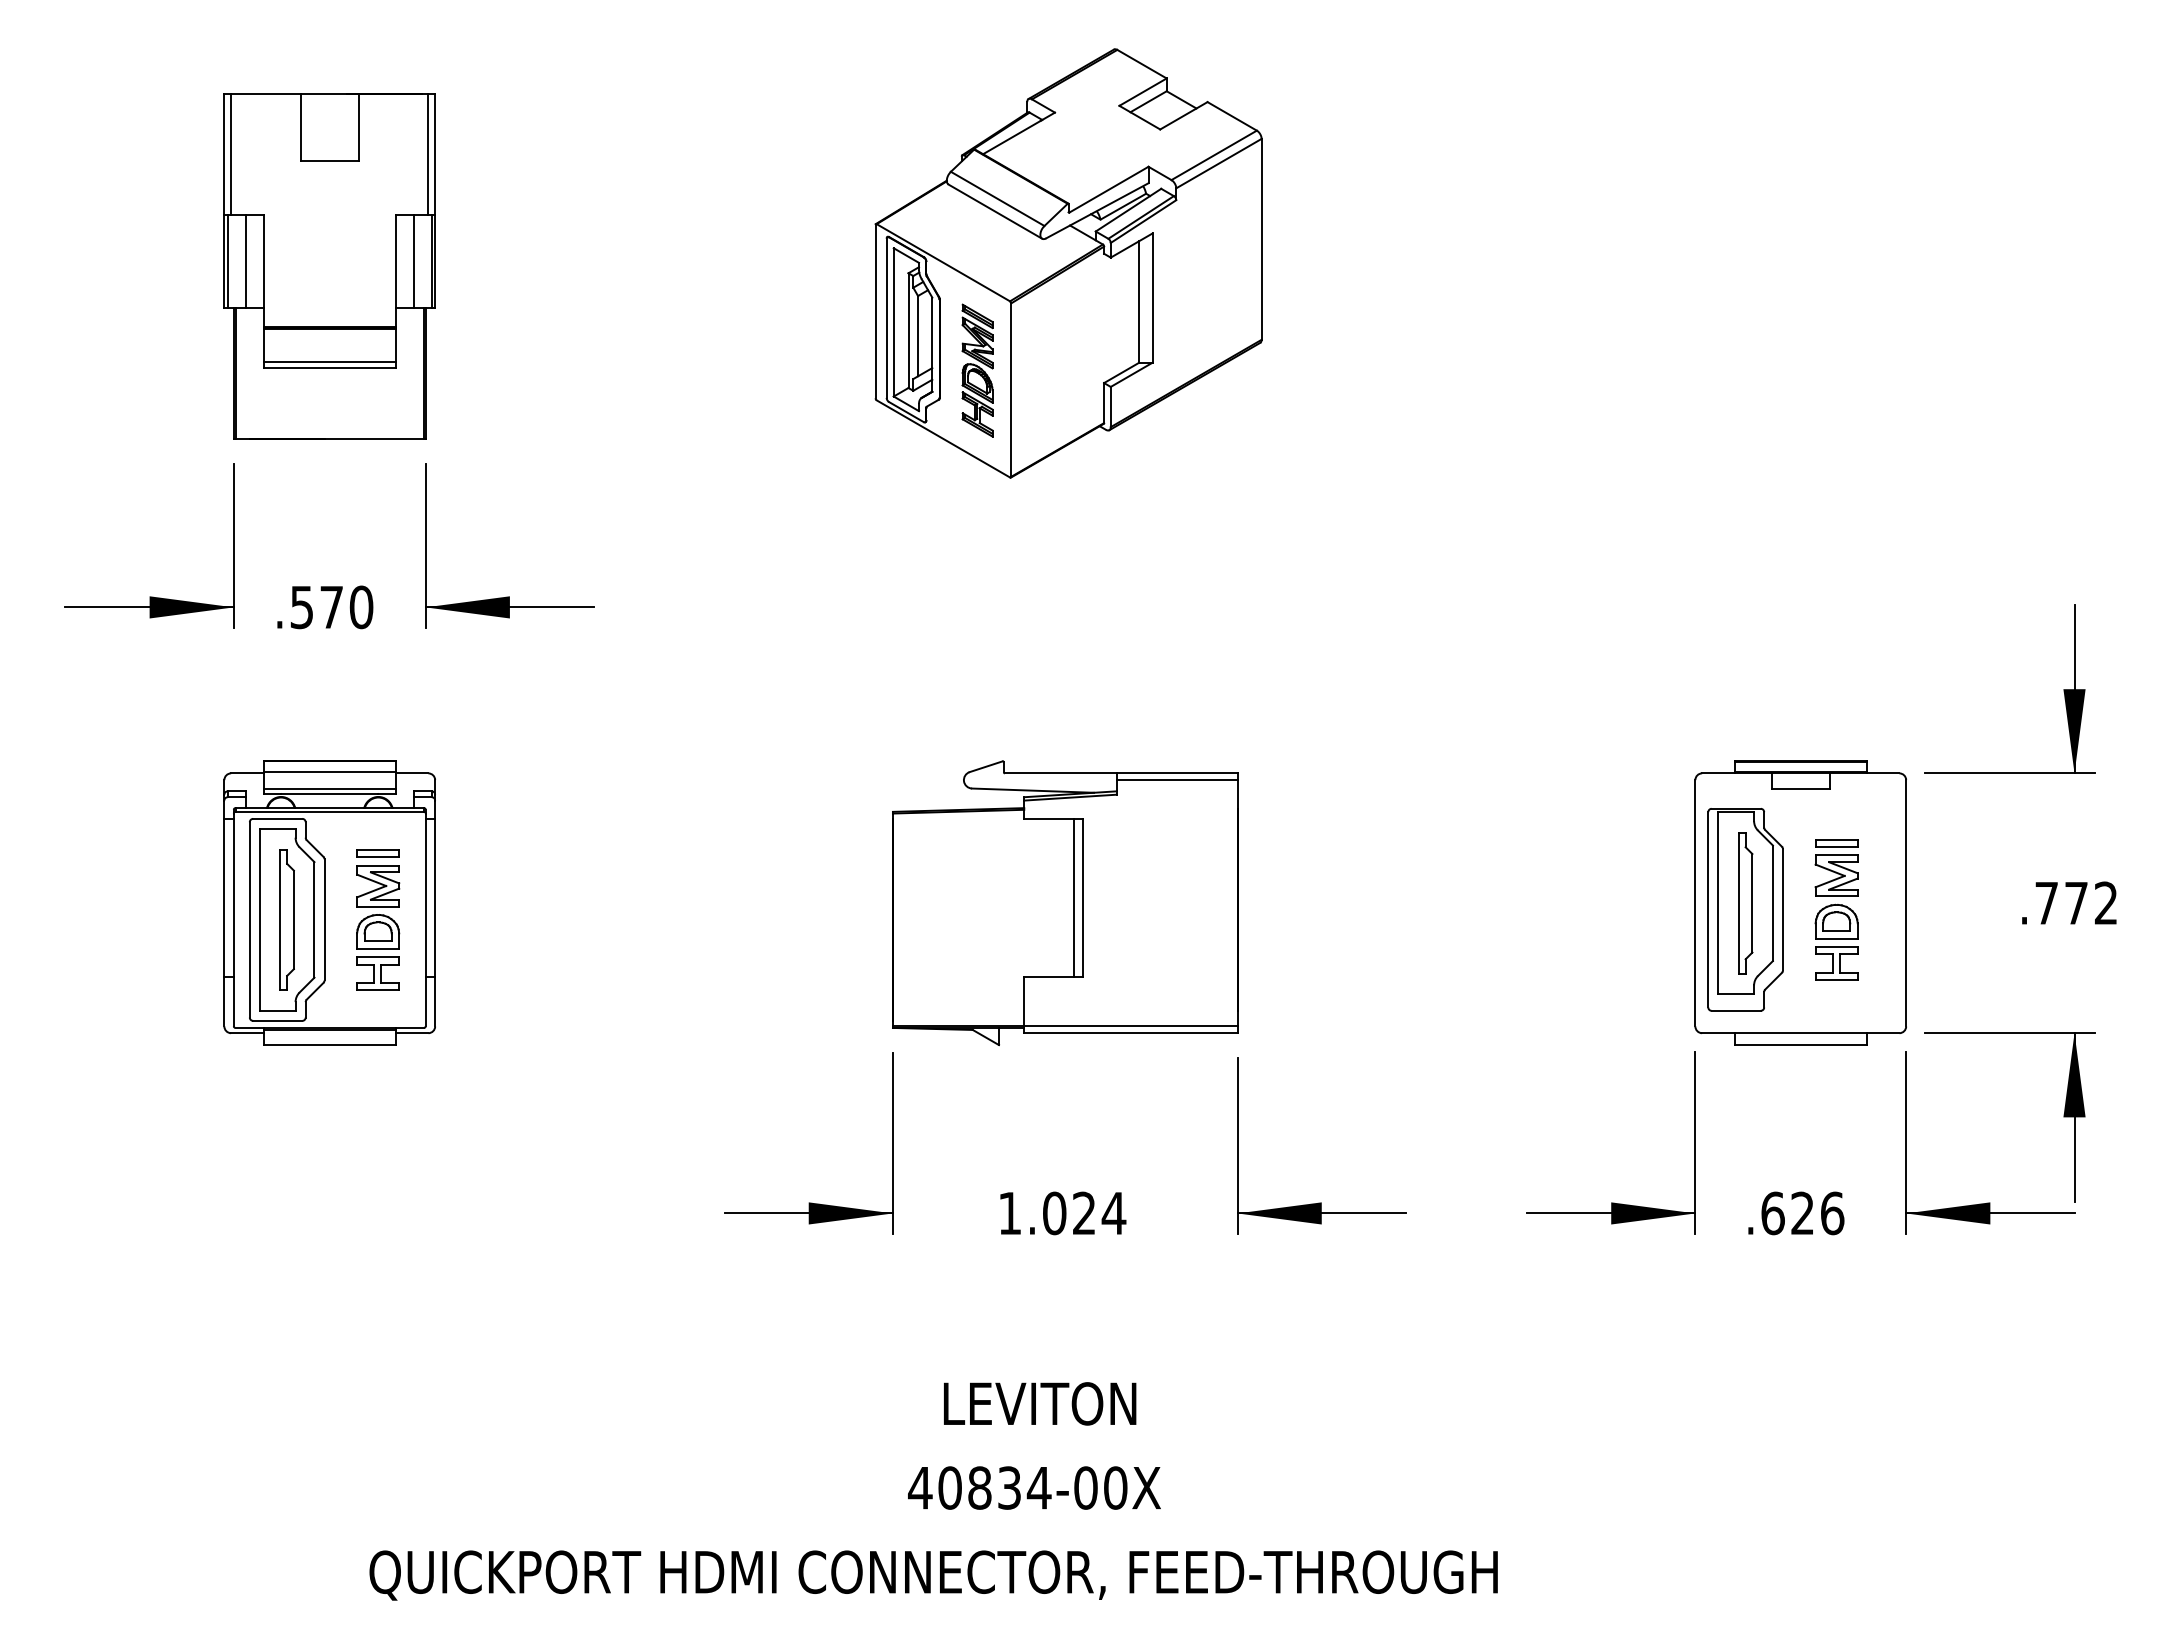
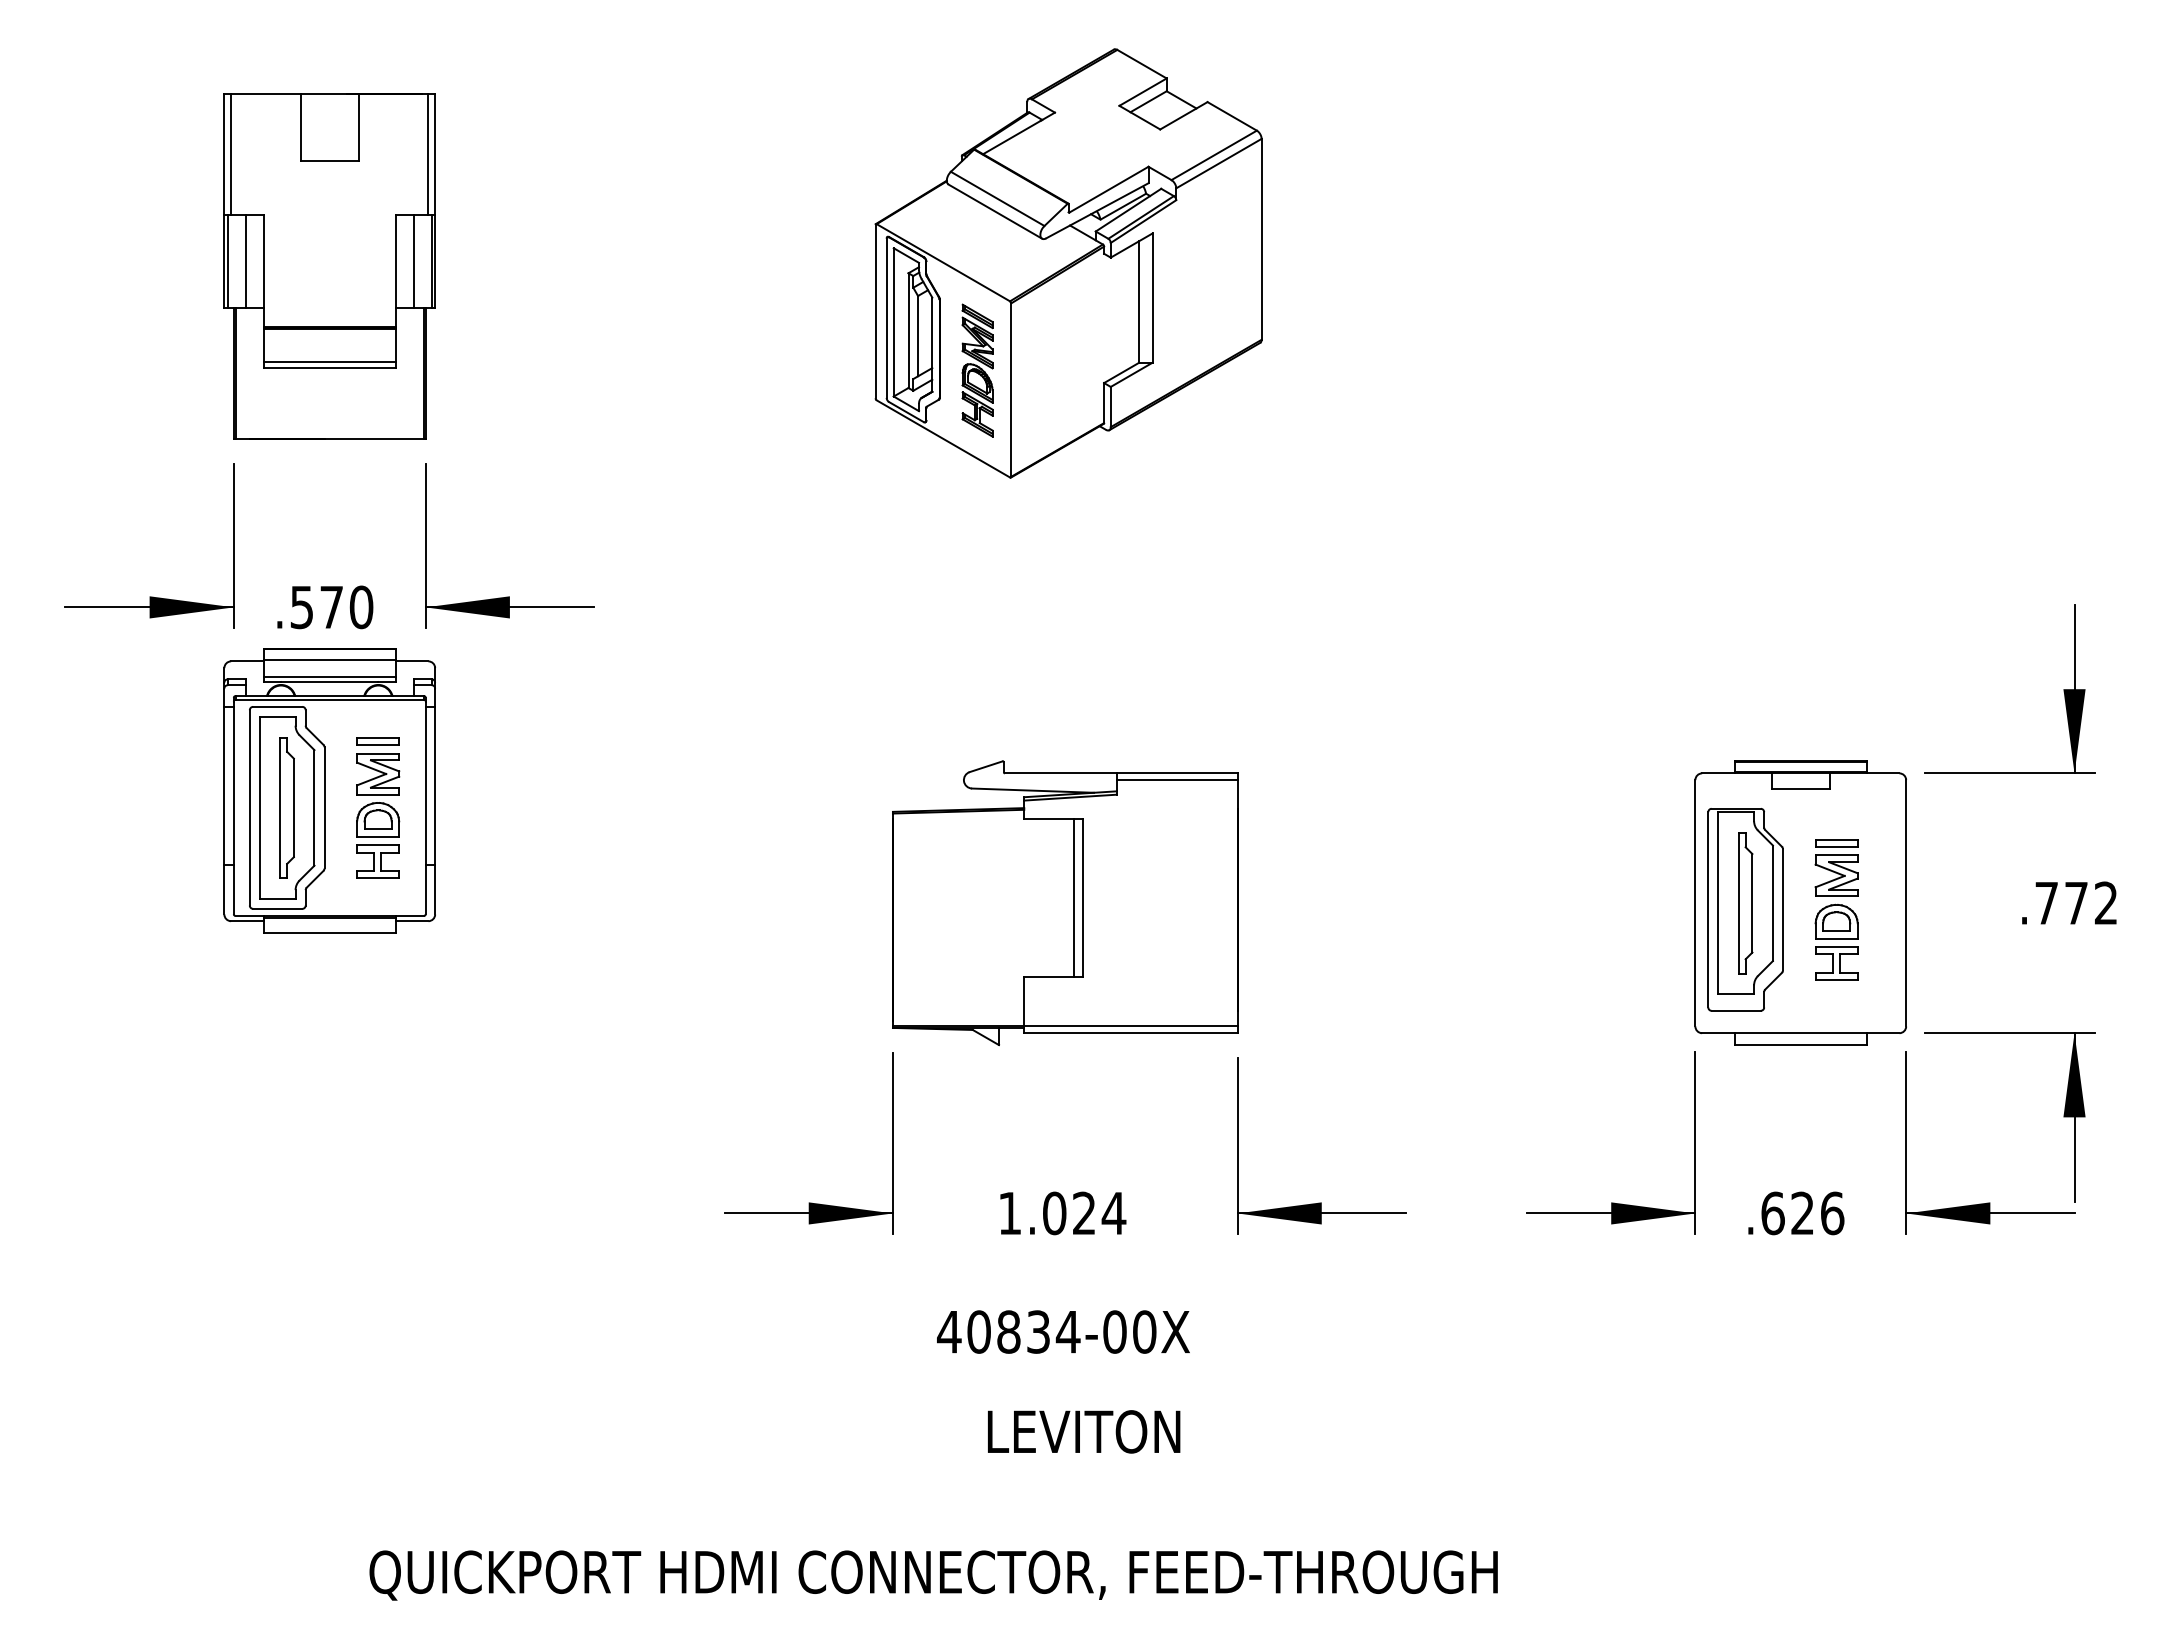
part at (329, 902) position: (329, 902) -> (329, 790)
text at (1040, 1403) position: (1040, 1403) -> (1084, 1431)
text at (1034, 1487) position: (1034, 1487) -> (1063, 1331)
